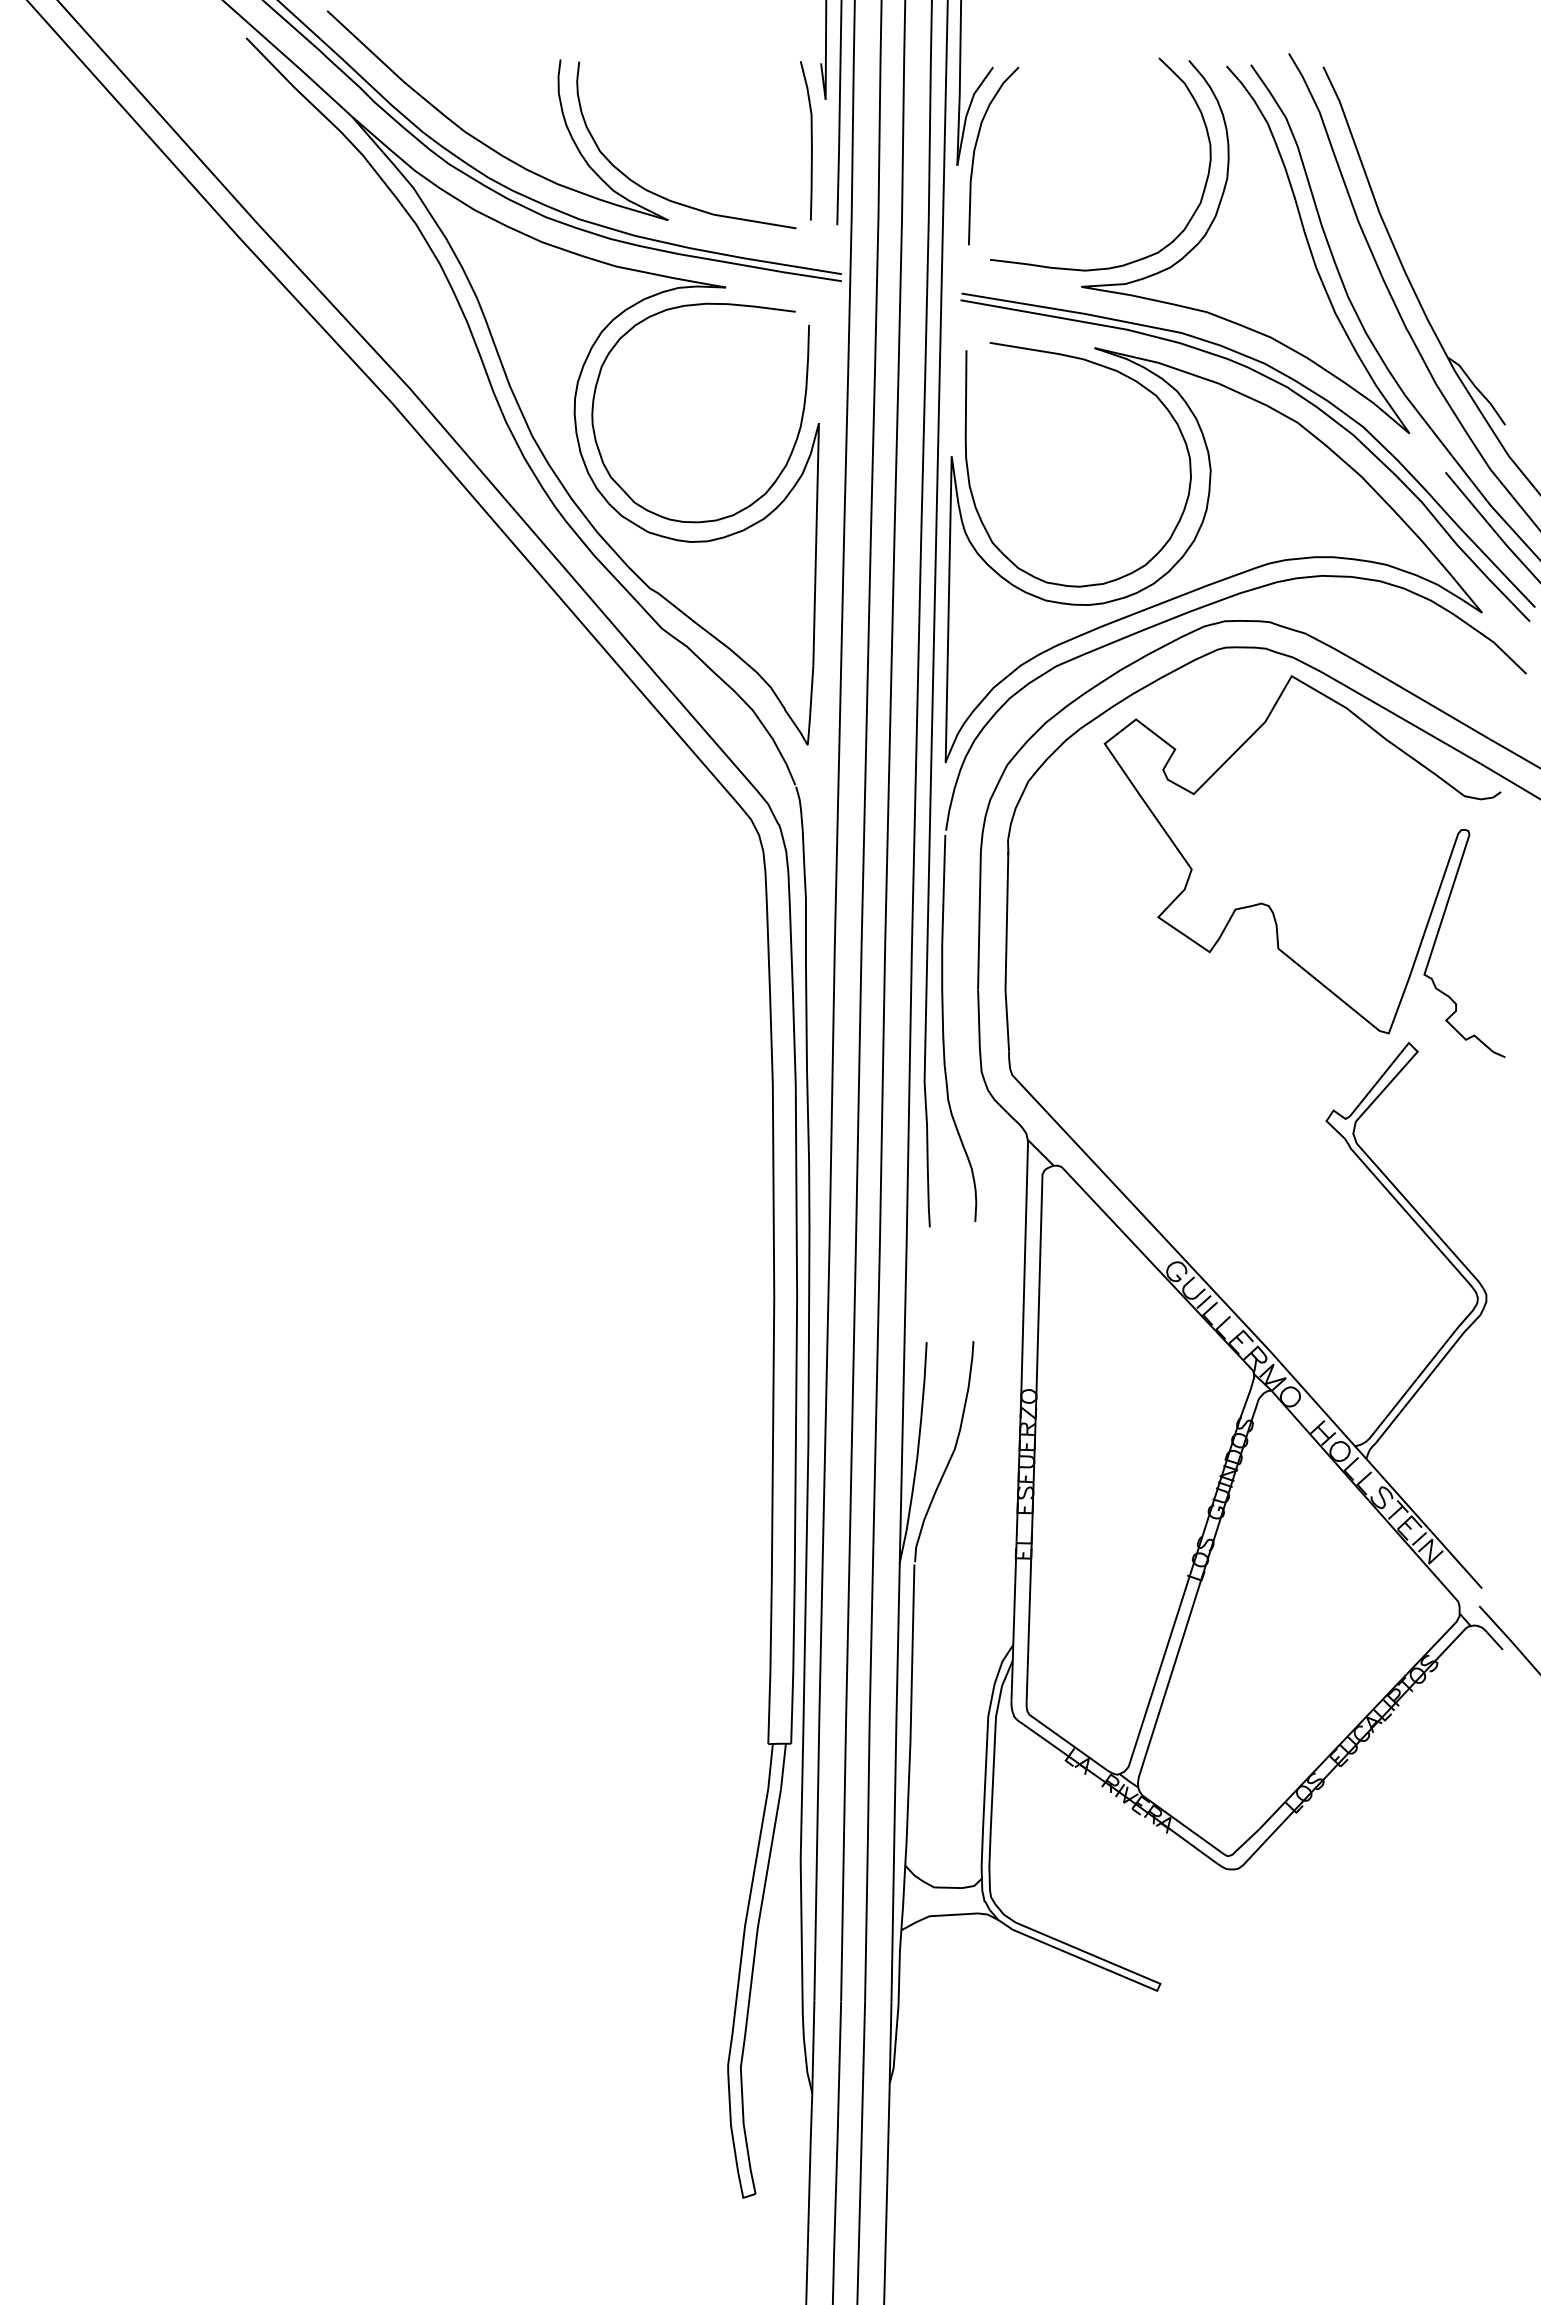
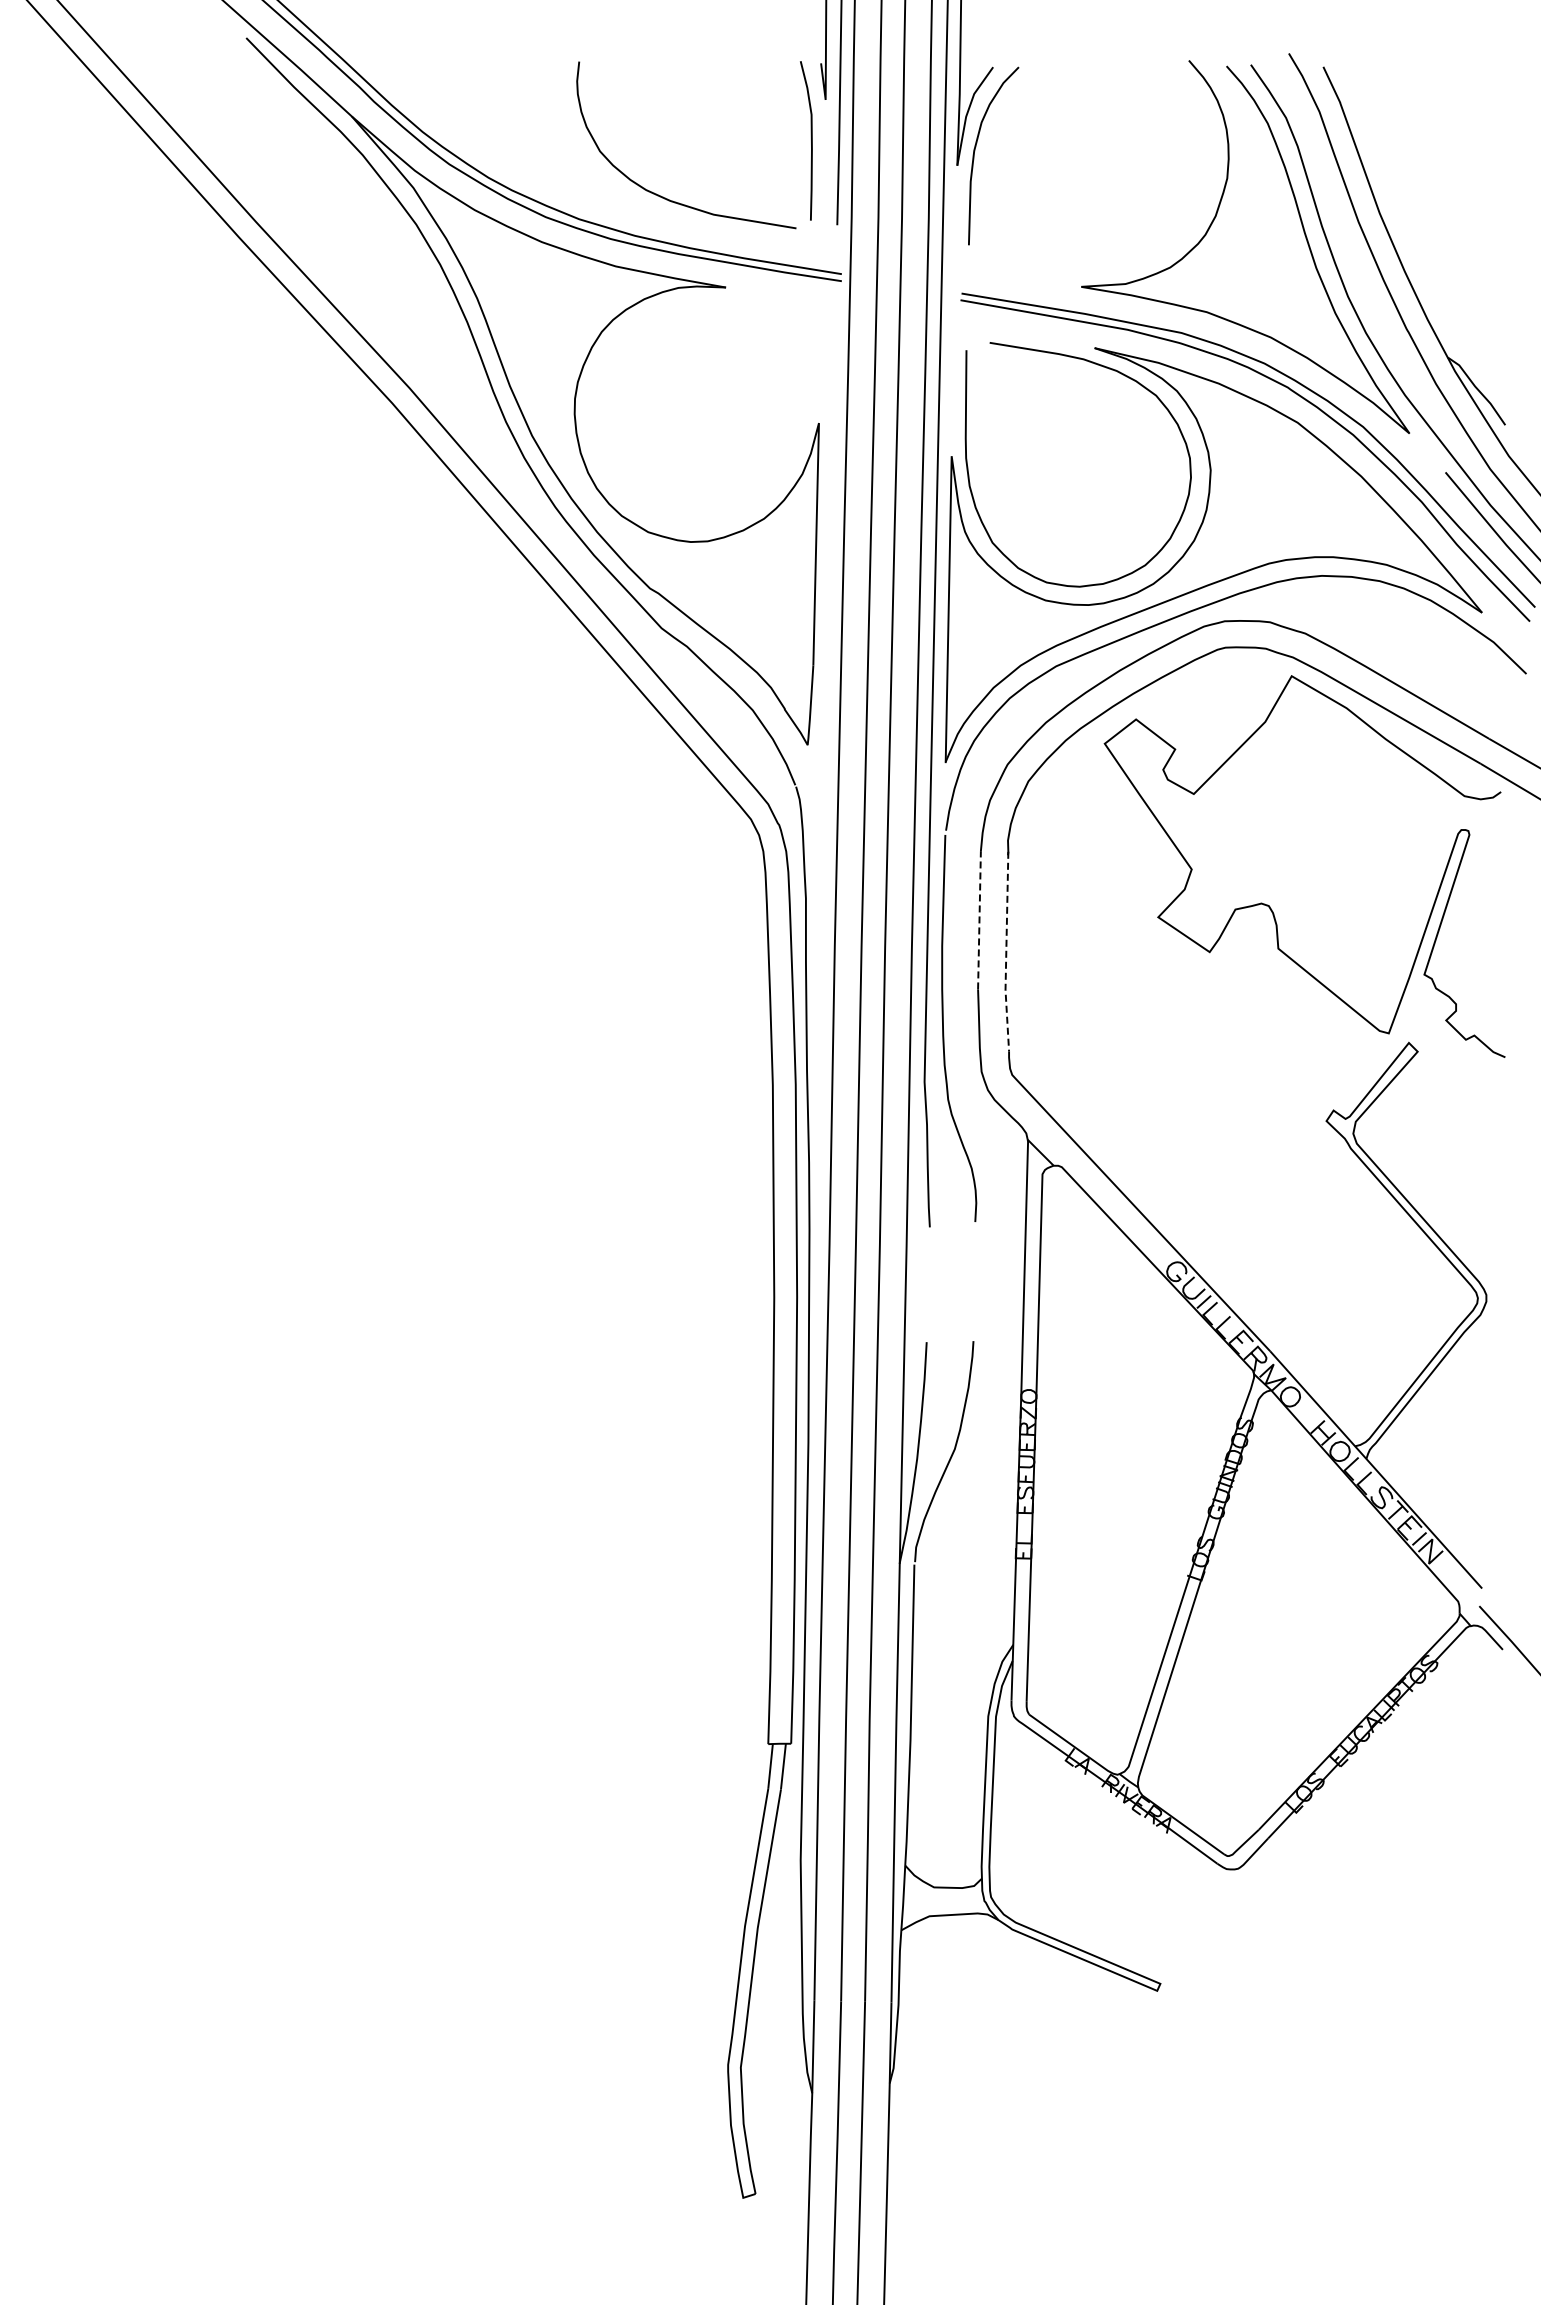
part at (482, 141): present -> none
curve at (1131, 261): present -> none
curve at (792, 447): present -> none
line at (979, 919): solid -> dashed
line at (1006, 952): solid -> dashed
